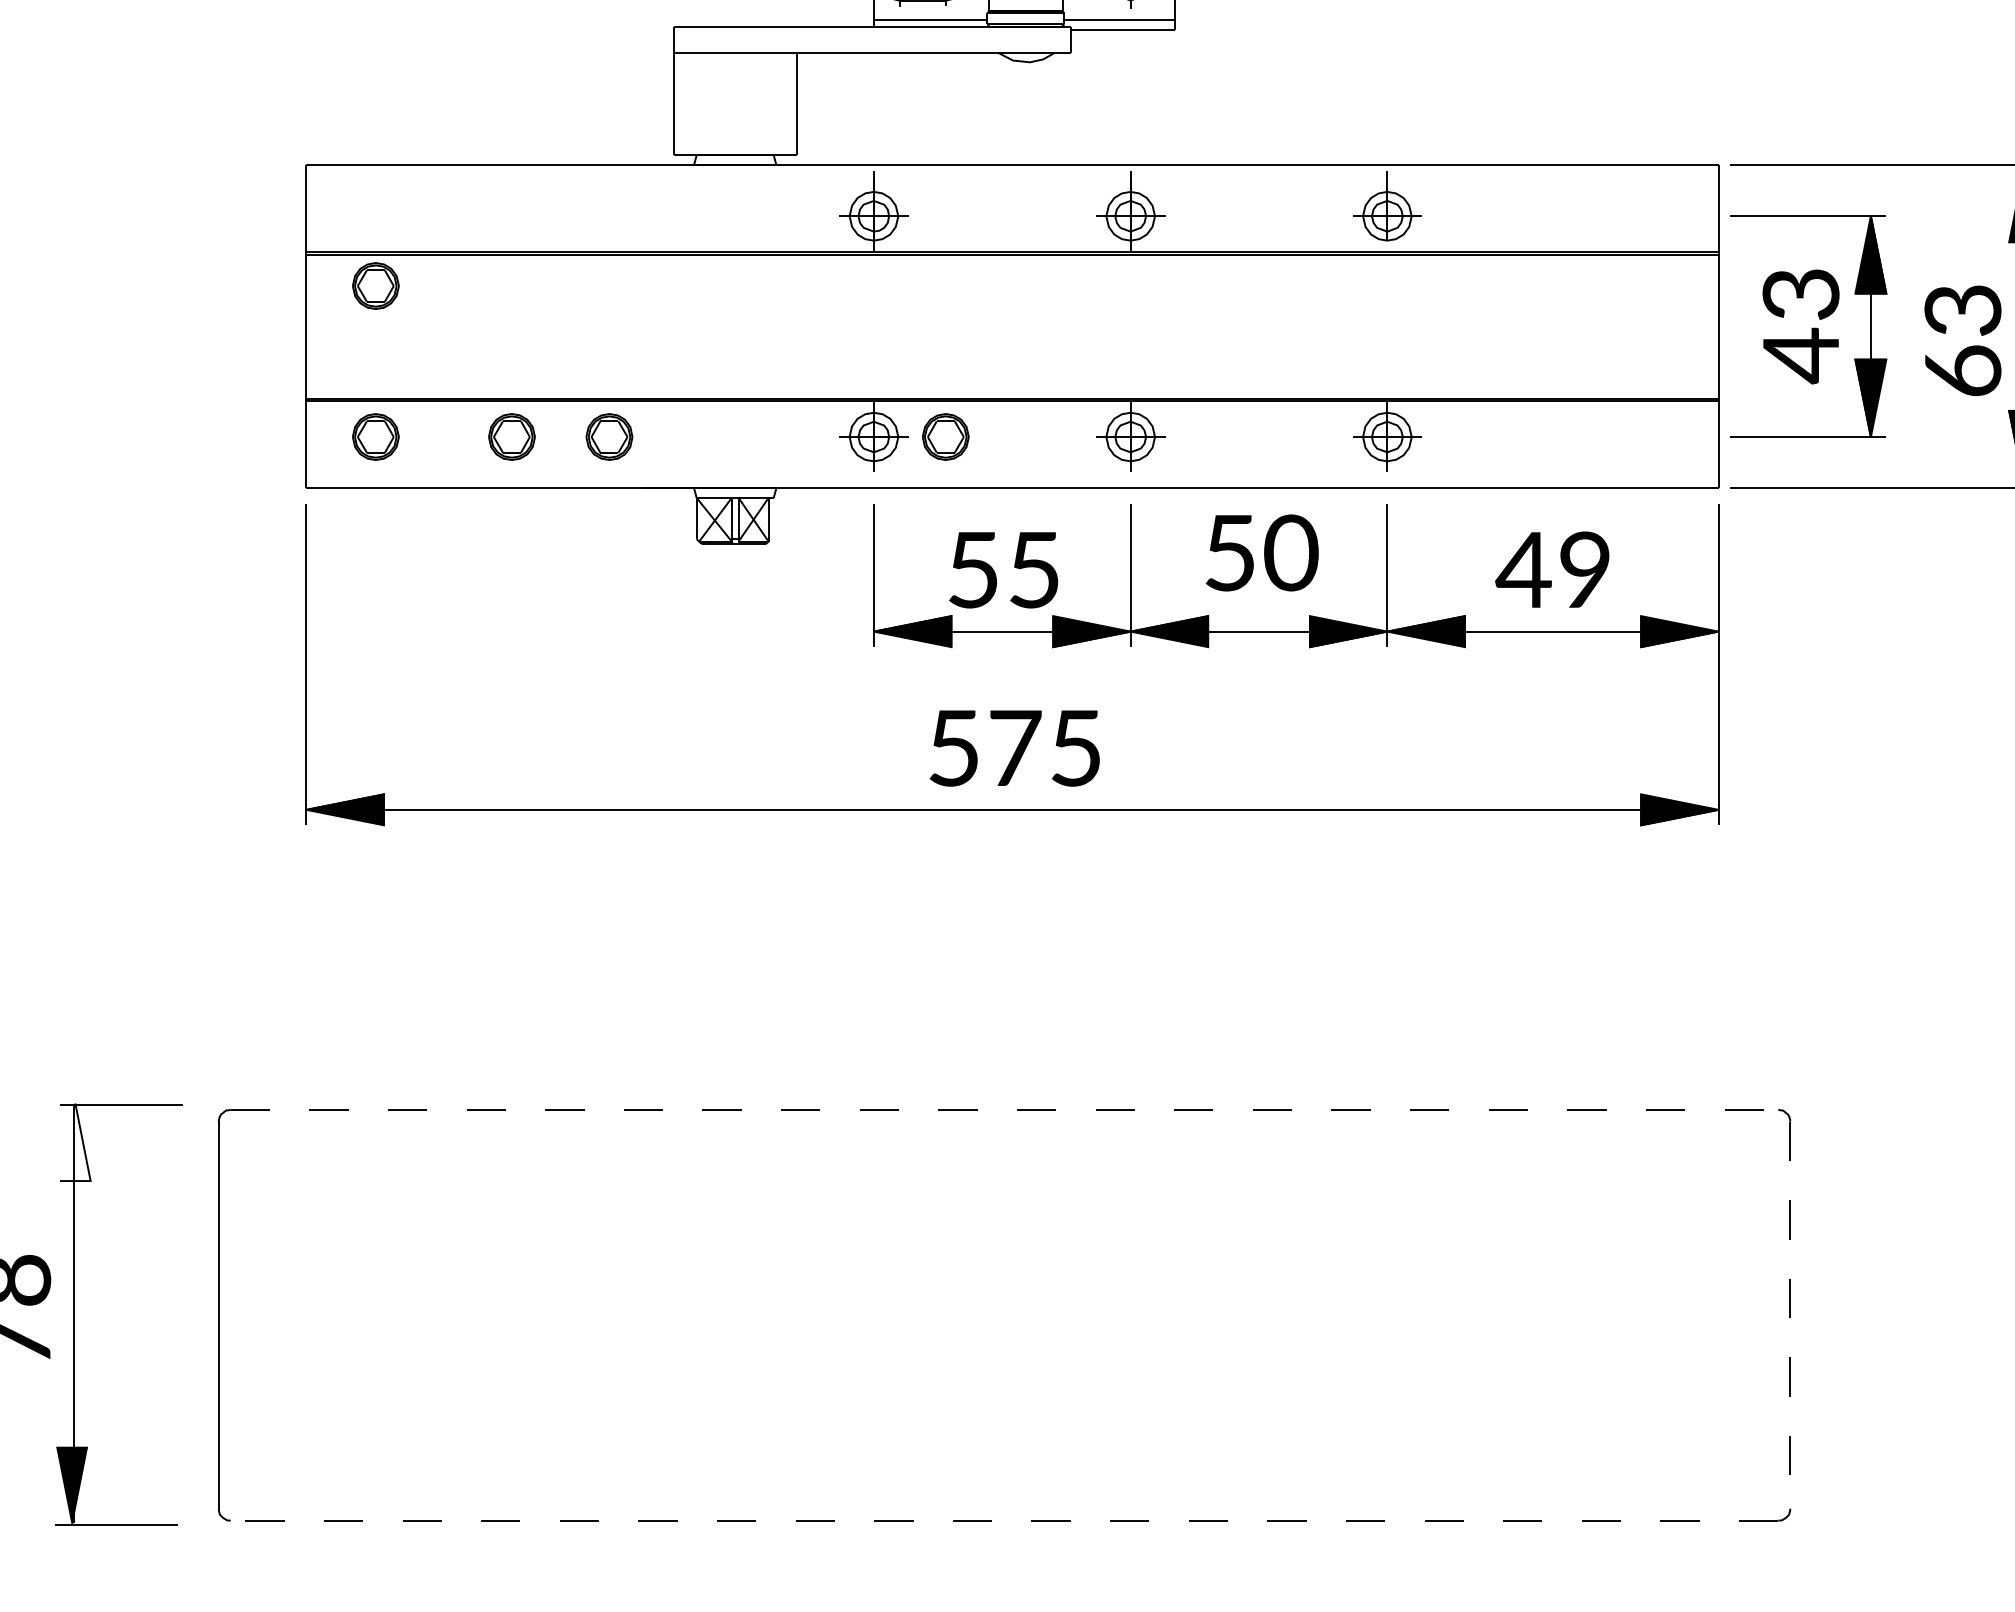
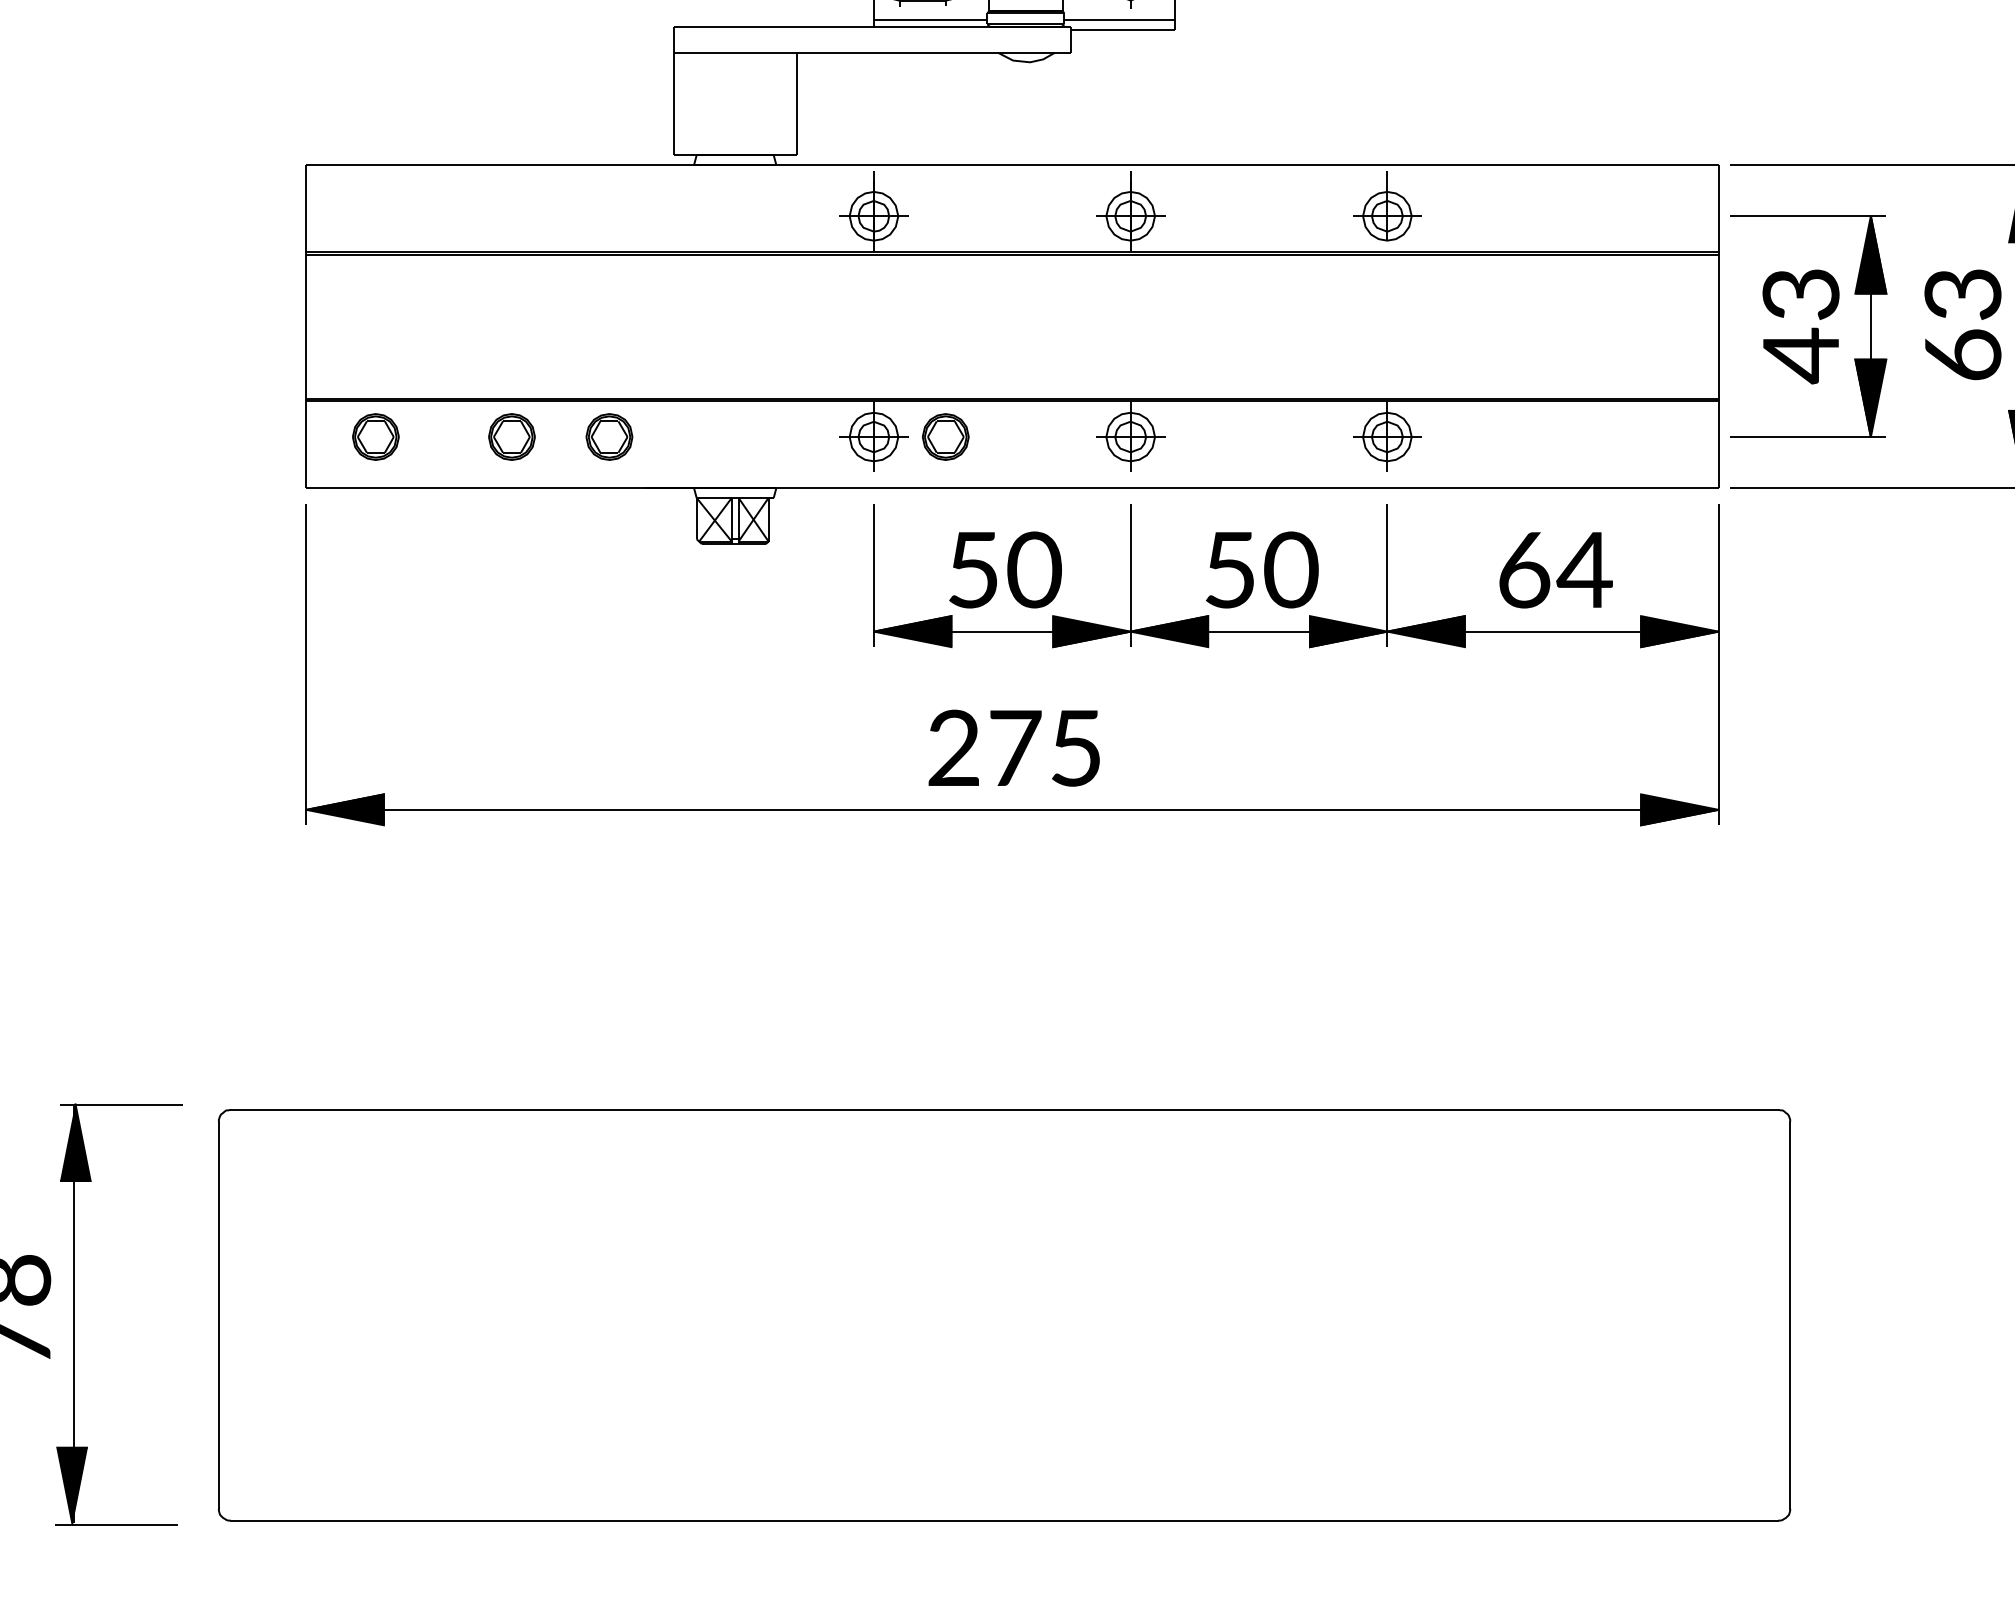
part at (375, 285): present -> none
text at (1962, 340) position: (1962, 340) -> (1962, 324)
text at (1262, 552) position: (1262, 552) -> (1262, 569)
text at (1034, 569): 55 -> 50
text at (1553, 569): 49 -> 64
text at (953, 747): 575 -> 275
line at (1004, 1109): dashed -> solid
fill at (75, 1142): none -> present
line at (1790, 1315): dashed -> solid
line at (1004, 1520): dashed -> solid
